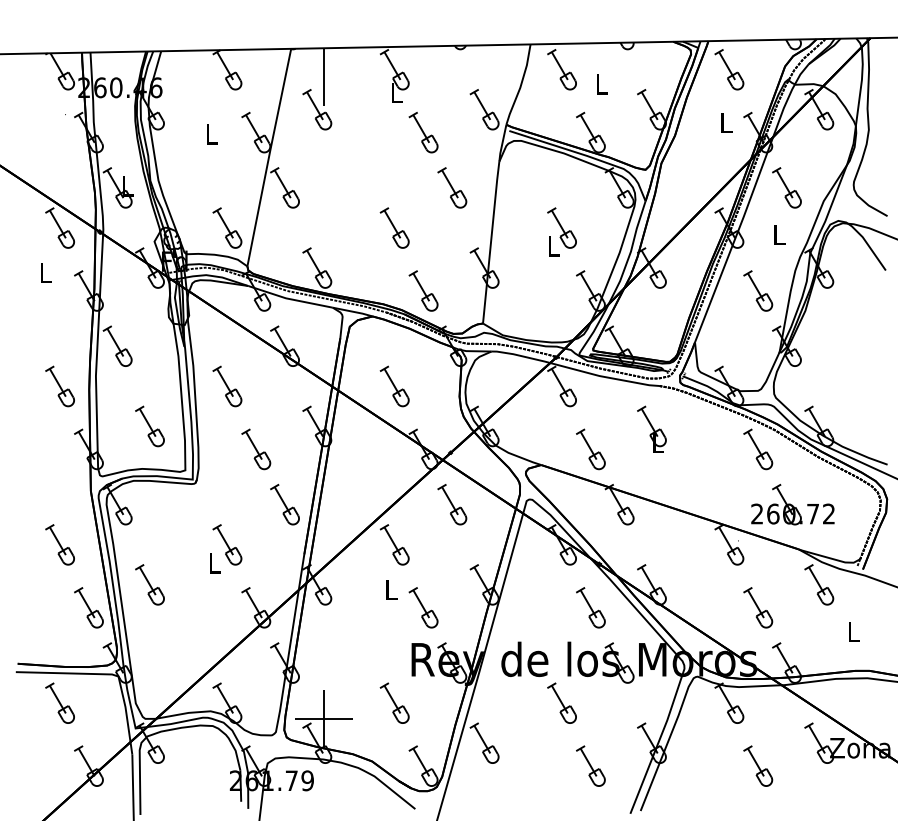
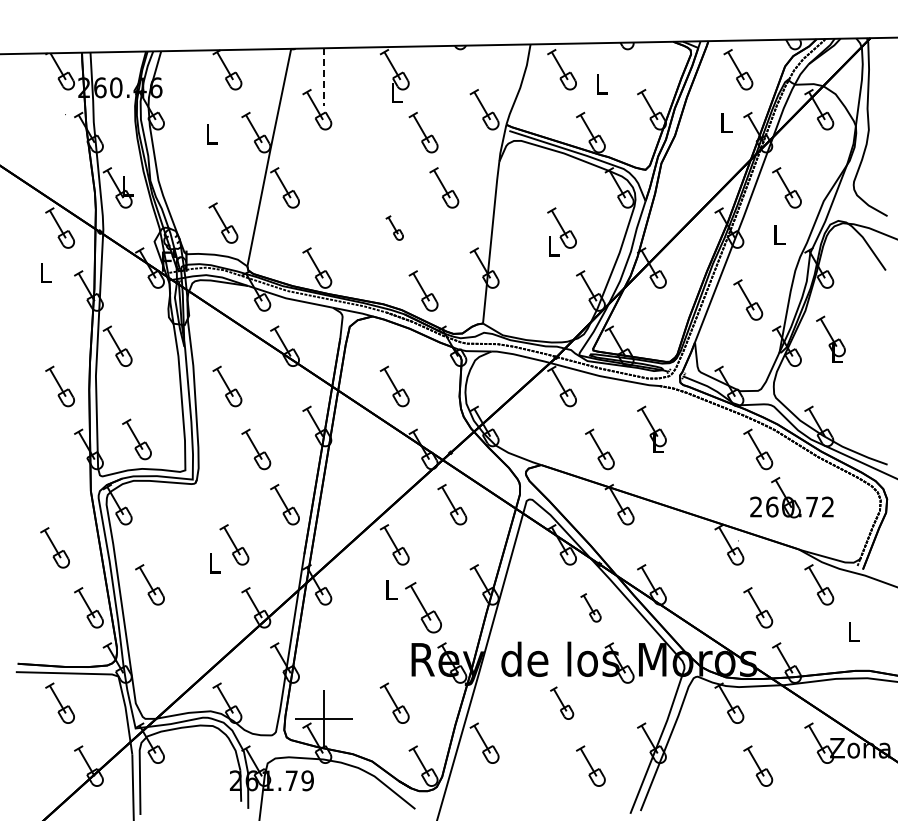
part at (729, 69) position: (729, 69) -> (738, 69)
line at (324, 77): solid -> dashed
part at (452, 187) position: (452, 187) -> (444, 187)
part at (227, 227) position: (227, 227) -> (223, 222)
part at (394, 227) size: 31x42 px -> 19x26 px
part at (758, 290) position: (758, 290) -> (748, 299)
part at (830, 338): none -> present
part at (149, 426) position: (149, 426) -> (136, 439)
part at (590, 449) position: (590, 449) -> (599, 449)
part at (792, 504) position: (792, 504) -> (791, 497)
part at (59, 544) position: (59, 544) -> (54, 547)
part at (227, 544) position: (227, 544) -> (234, 544)
part at (423, 607) size: 31x42 px -> 37x52 px
part at (590, 607) size: 30x42 px -> 22x30 px
part at (561, 702) size: 30x42 px -> 25x34 px
